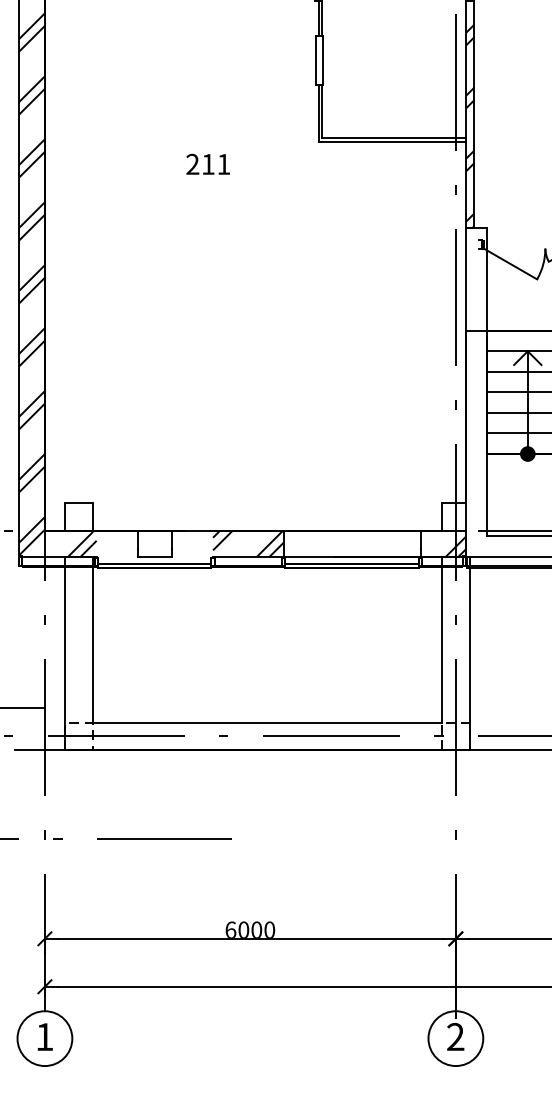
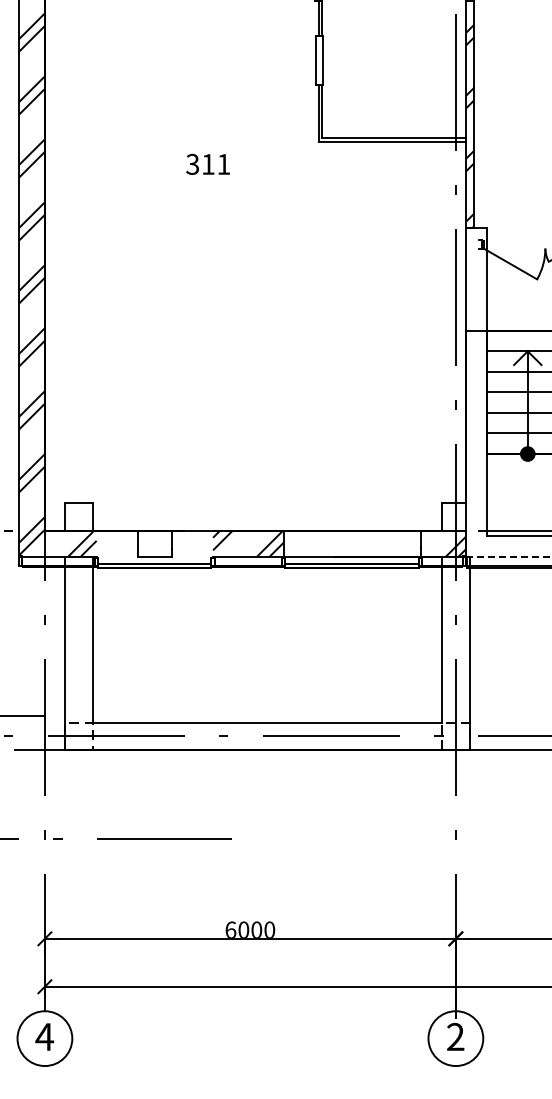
text at (192, 164): 211 -> 311
line at (509, 556): solid -> dashed
line at (23, 707) position: (23, 707) -> (23, 715)
text at (44, 1036): 1 -> 4
